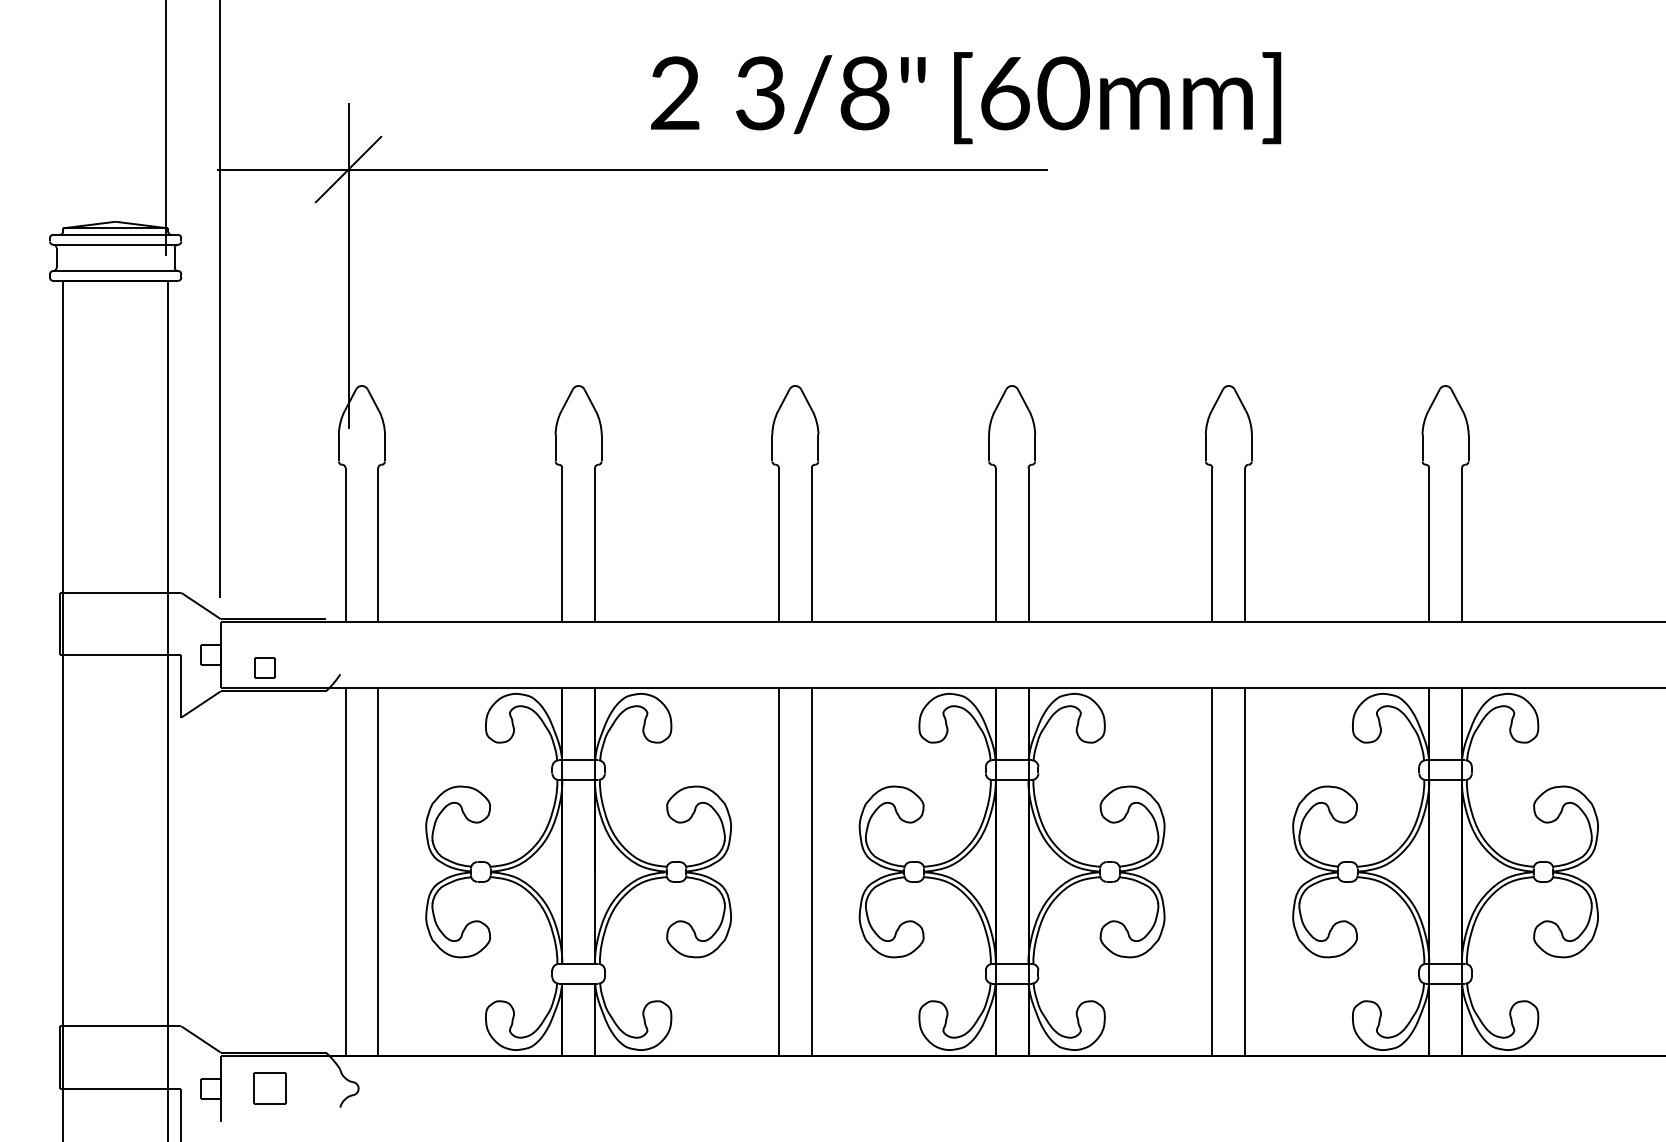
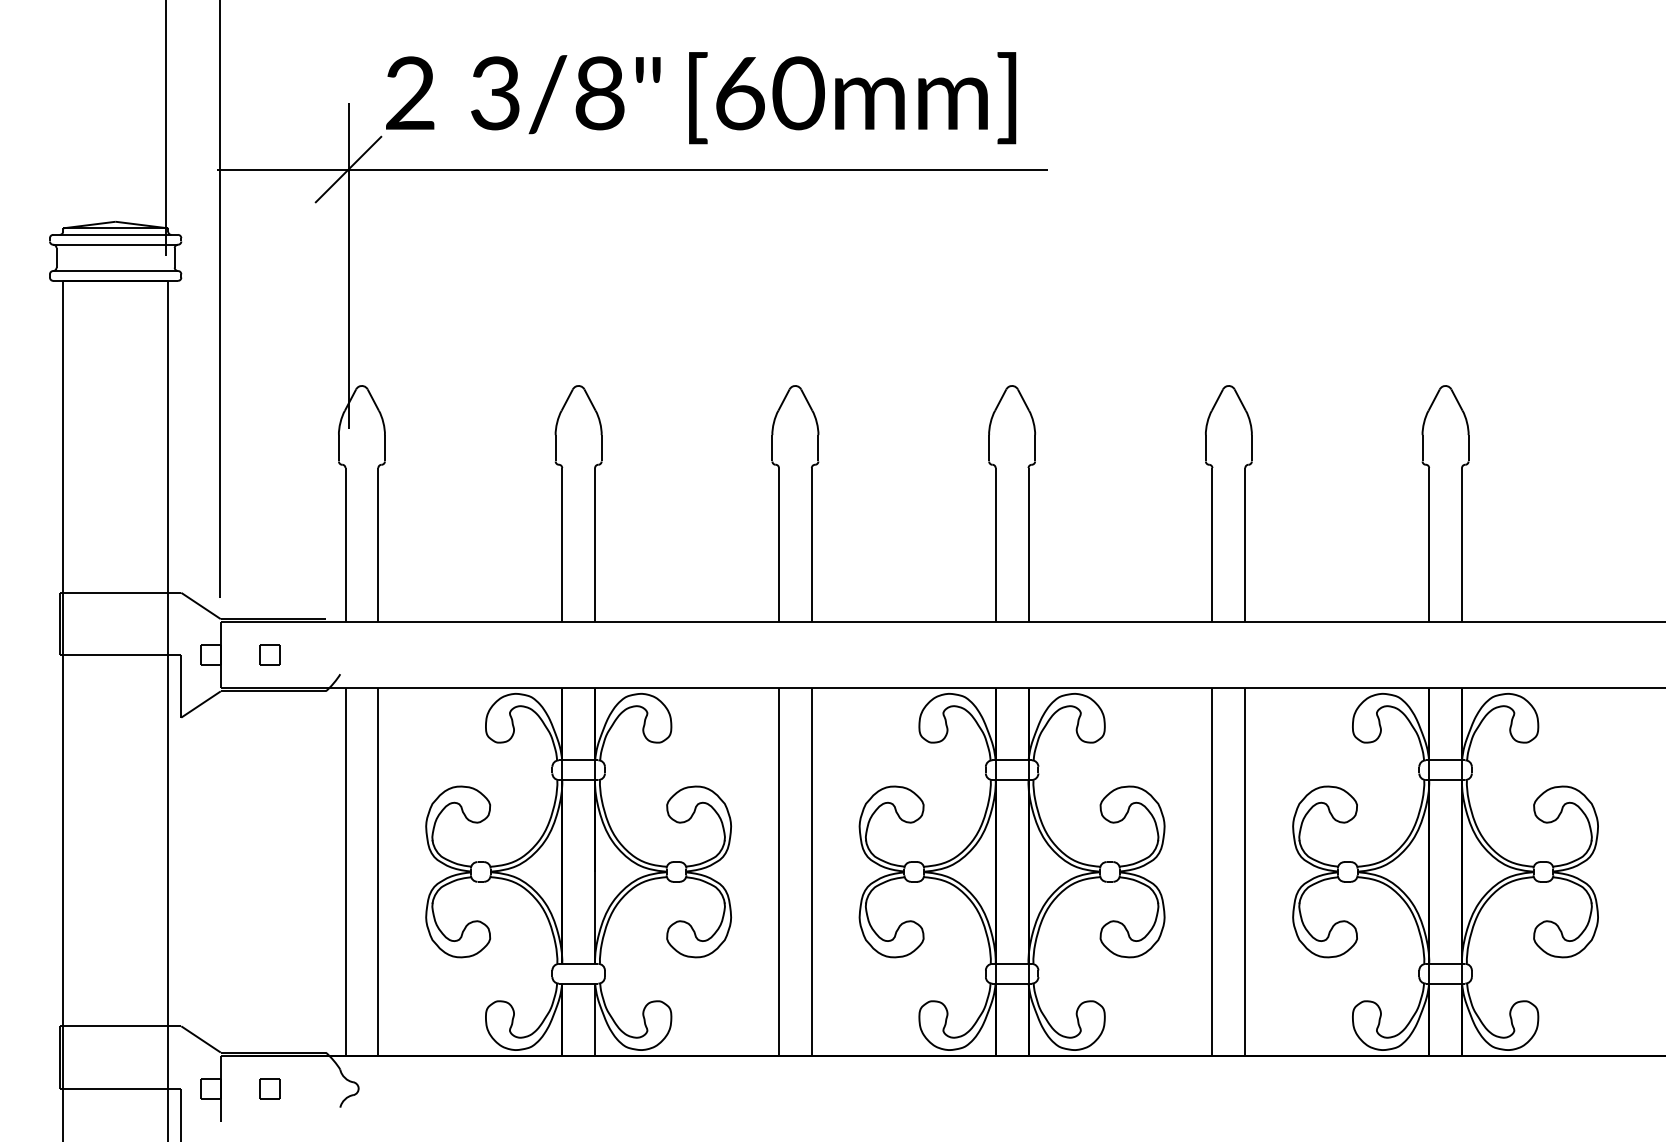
text at (966, 98) position: (966, 98) -> (701, 98)
part at (264, 667) position: (264, 667) -> (269, 654)
part at (269, 1088) size: 34x33 px -> 22x22 px
